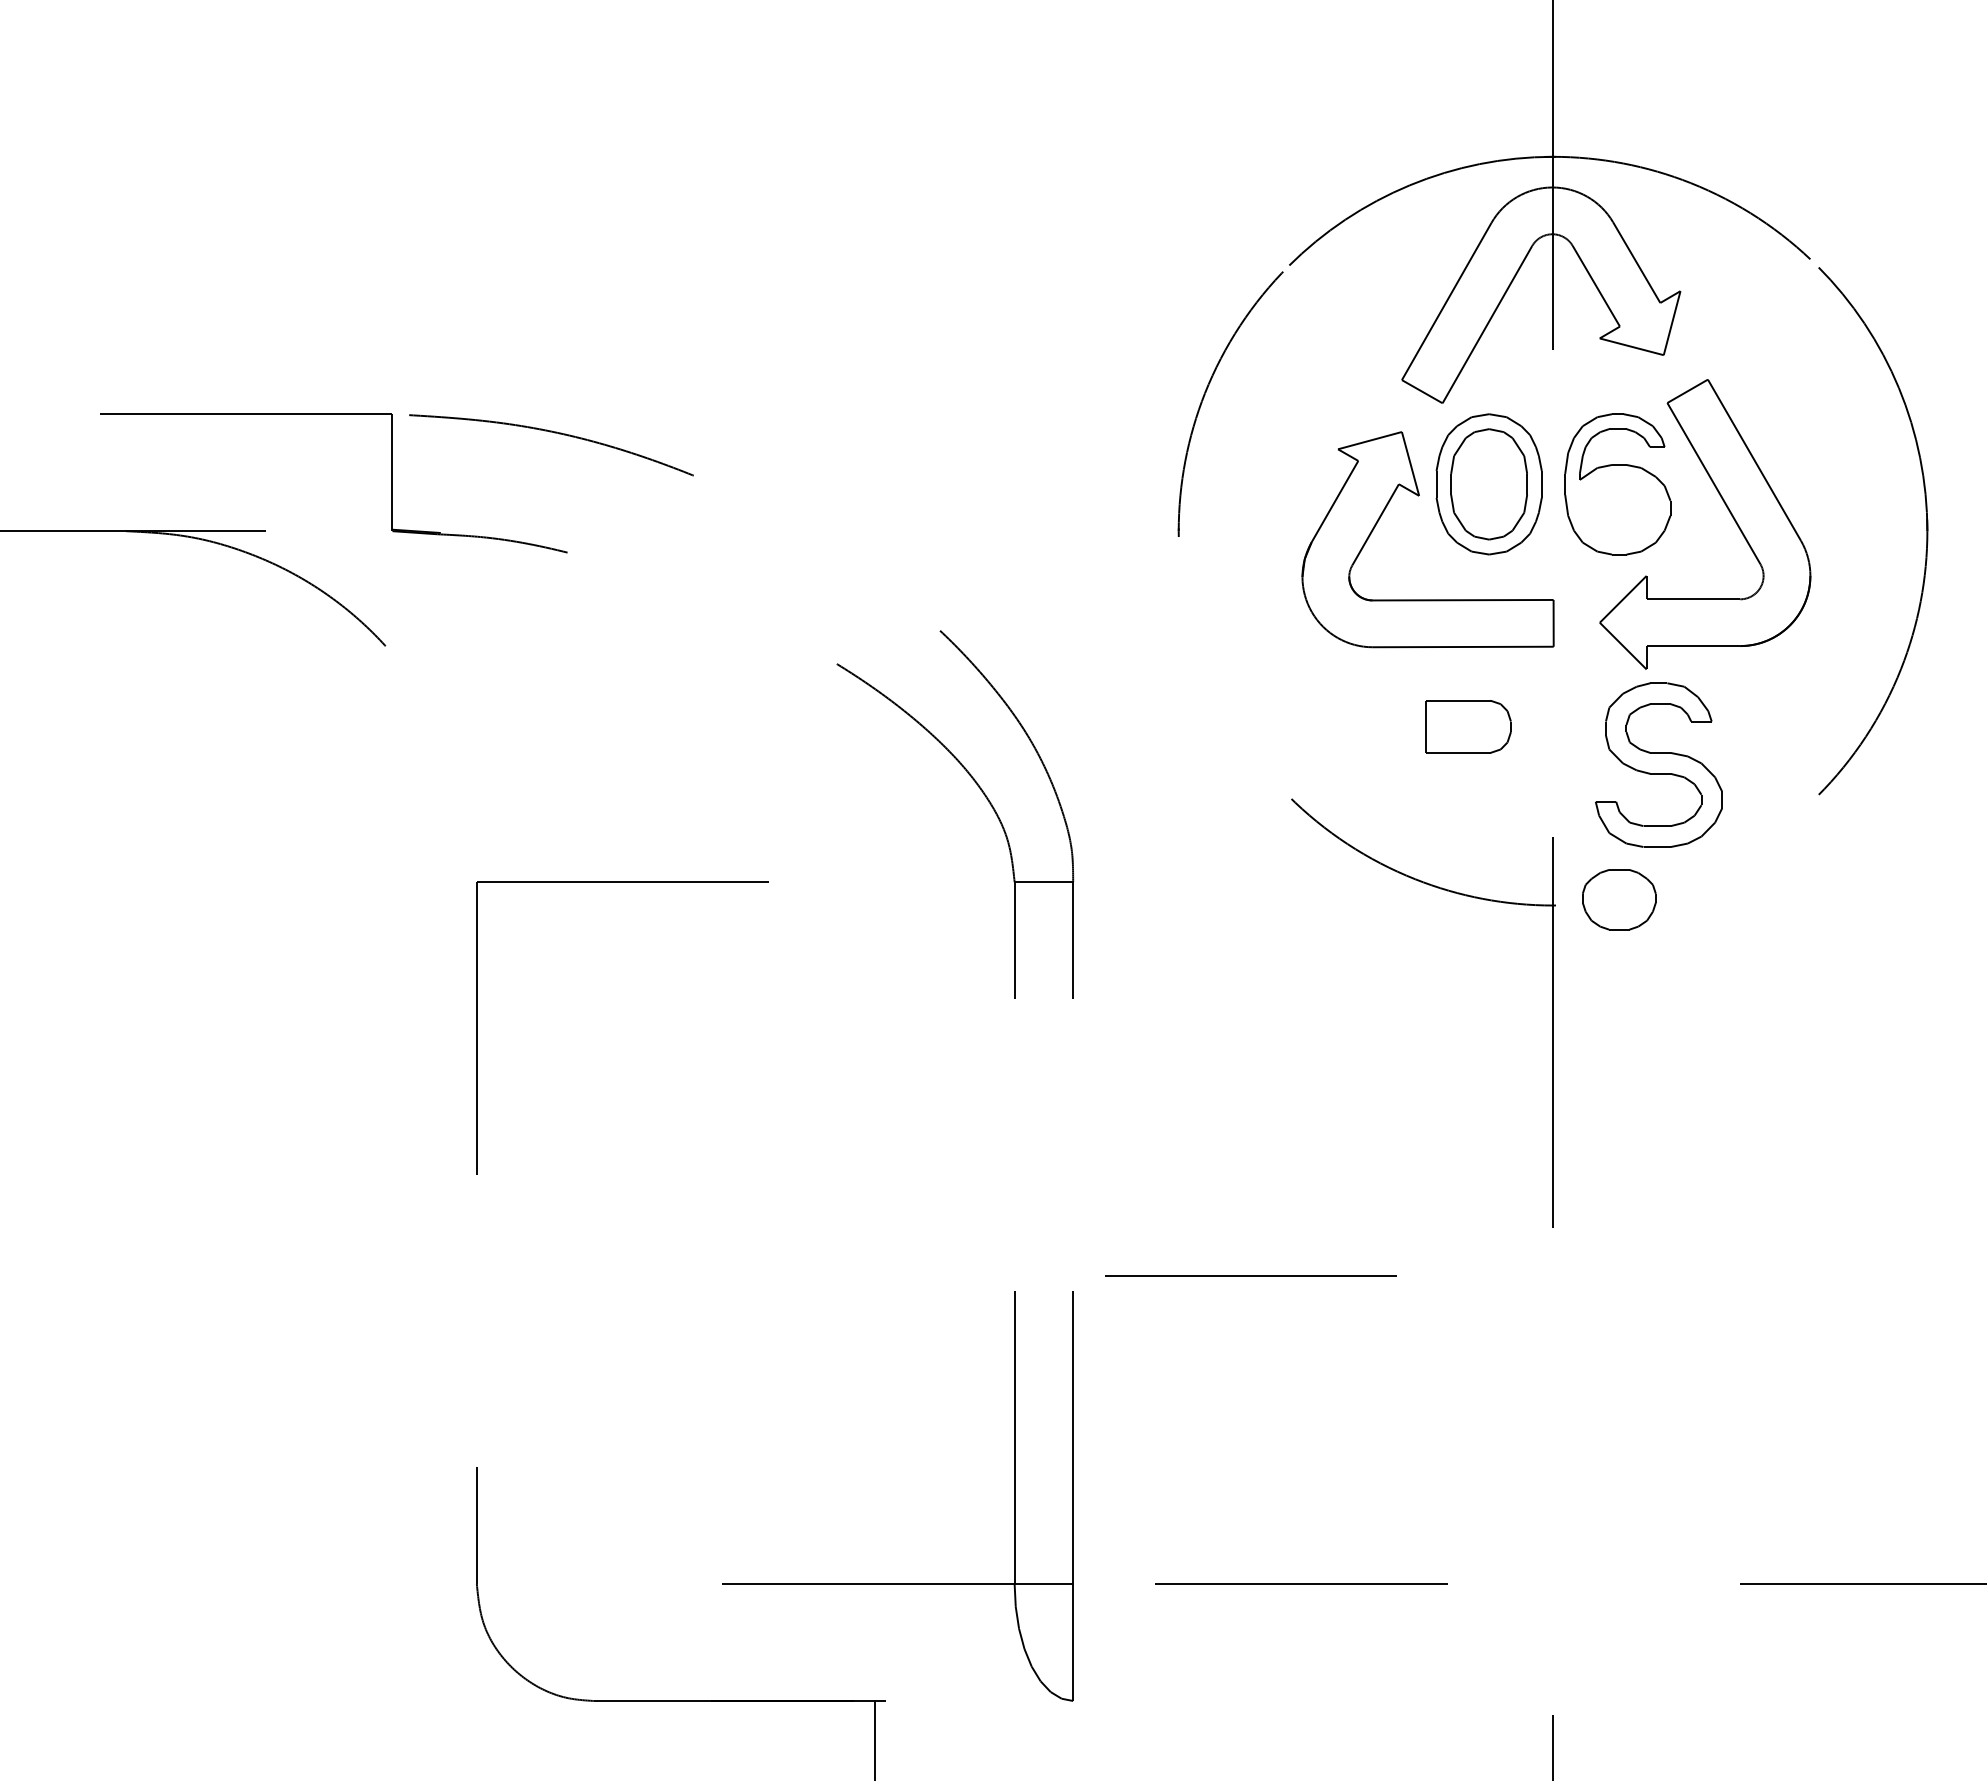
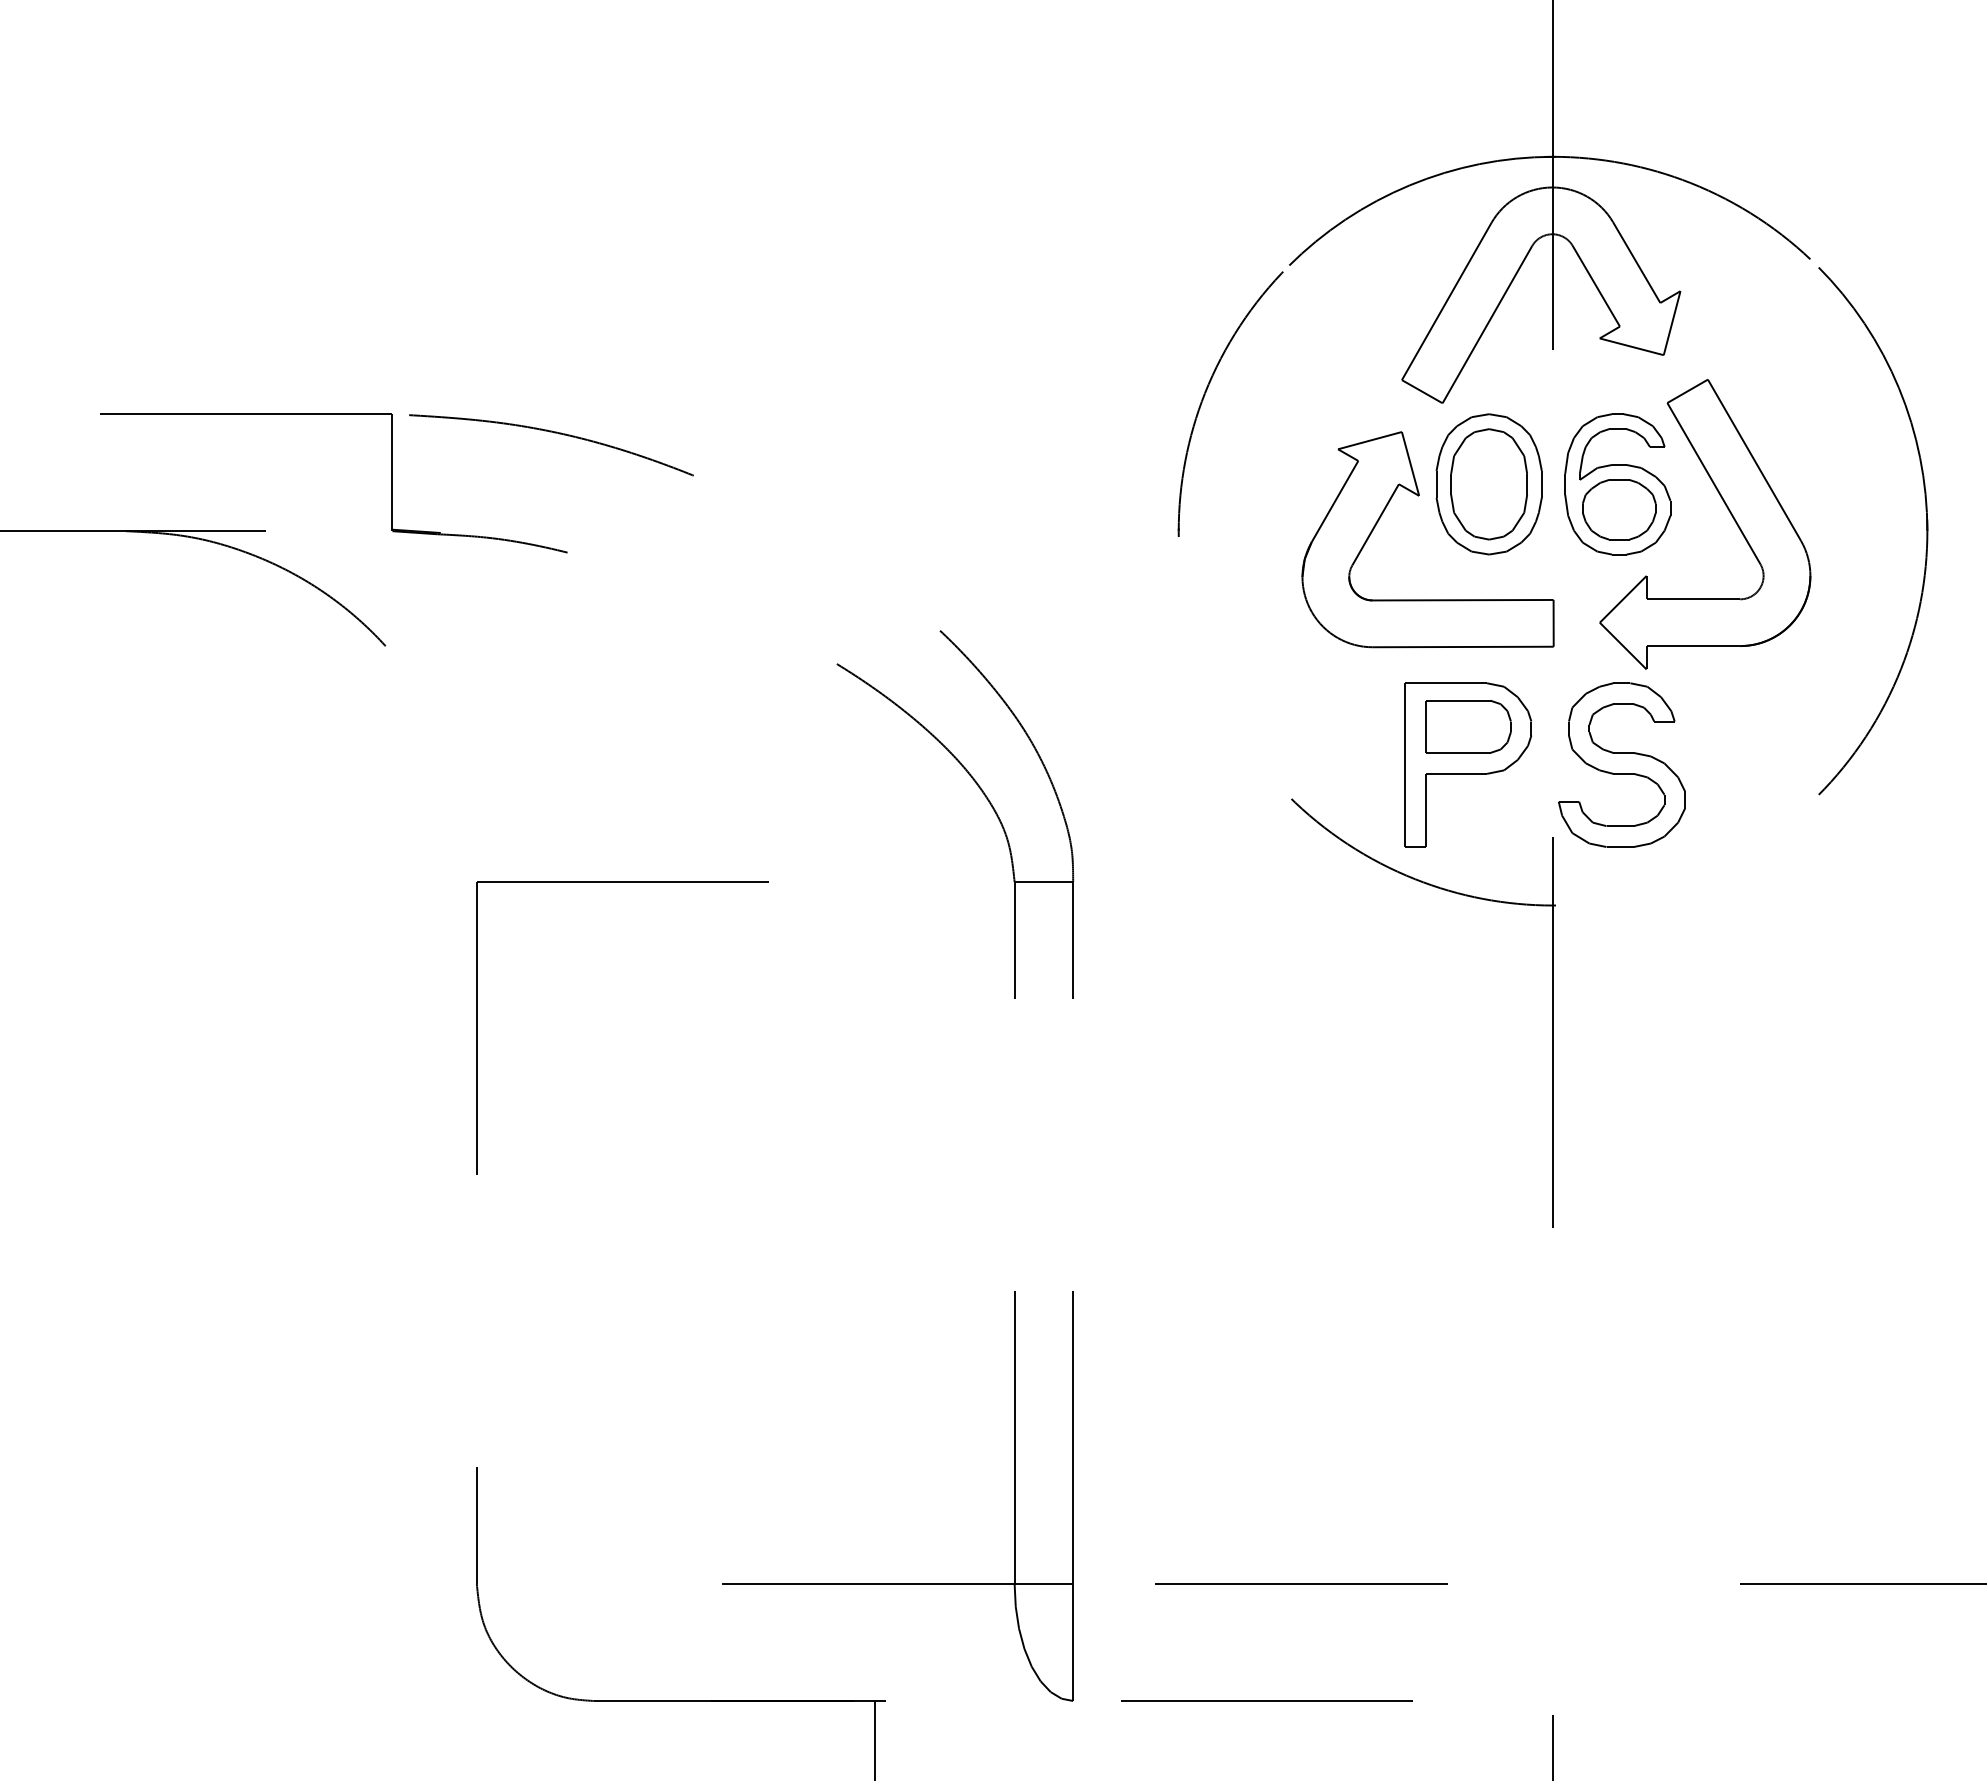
part at (1468, 764): none -> present
part at (1658, 764) position: (1658, 764) -> (1621, 764)
part at (1619, 899) position: (1619, 899) -> (1619, 509)
line at (1250, 1275) position: (1250, 1275) -> (1266, 1700)
